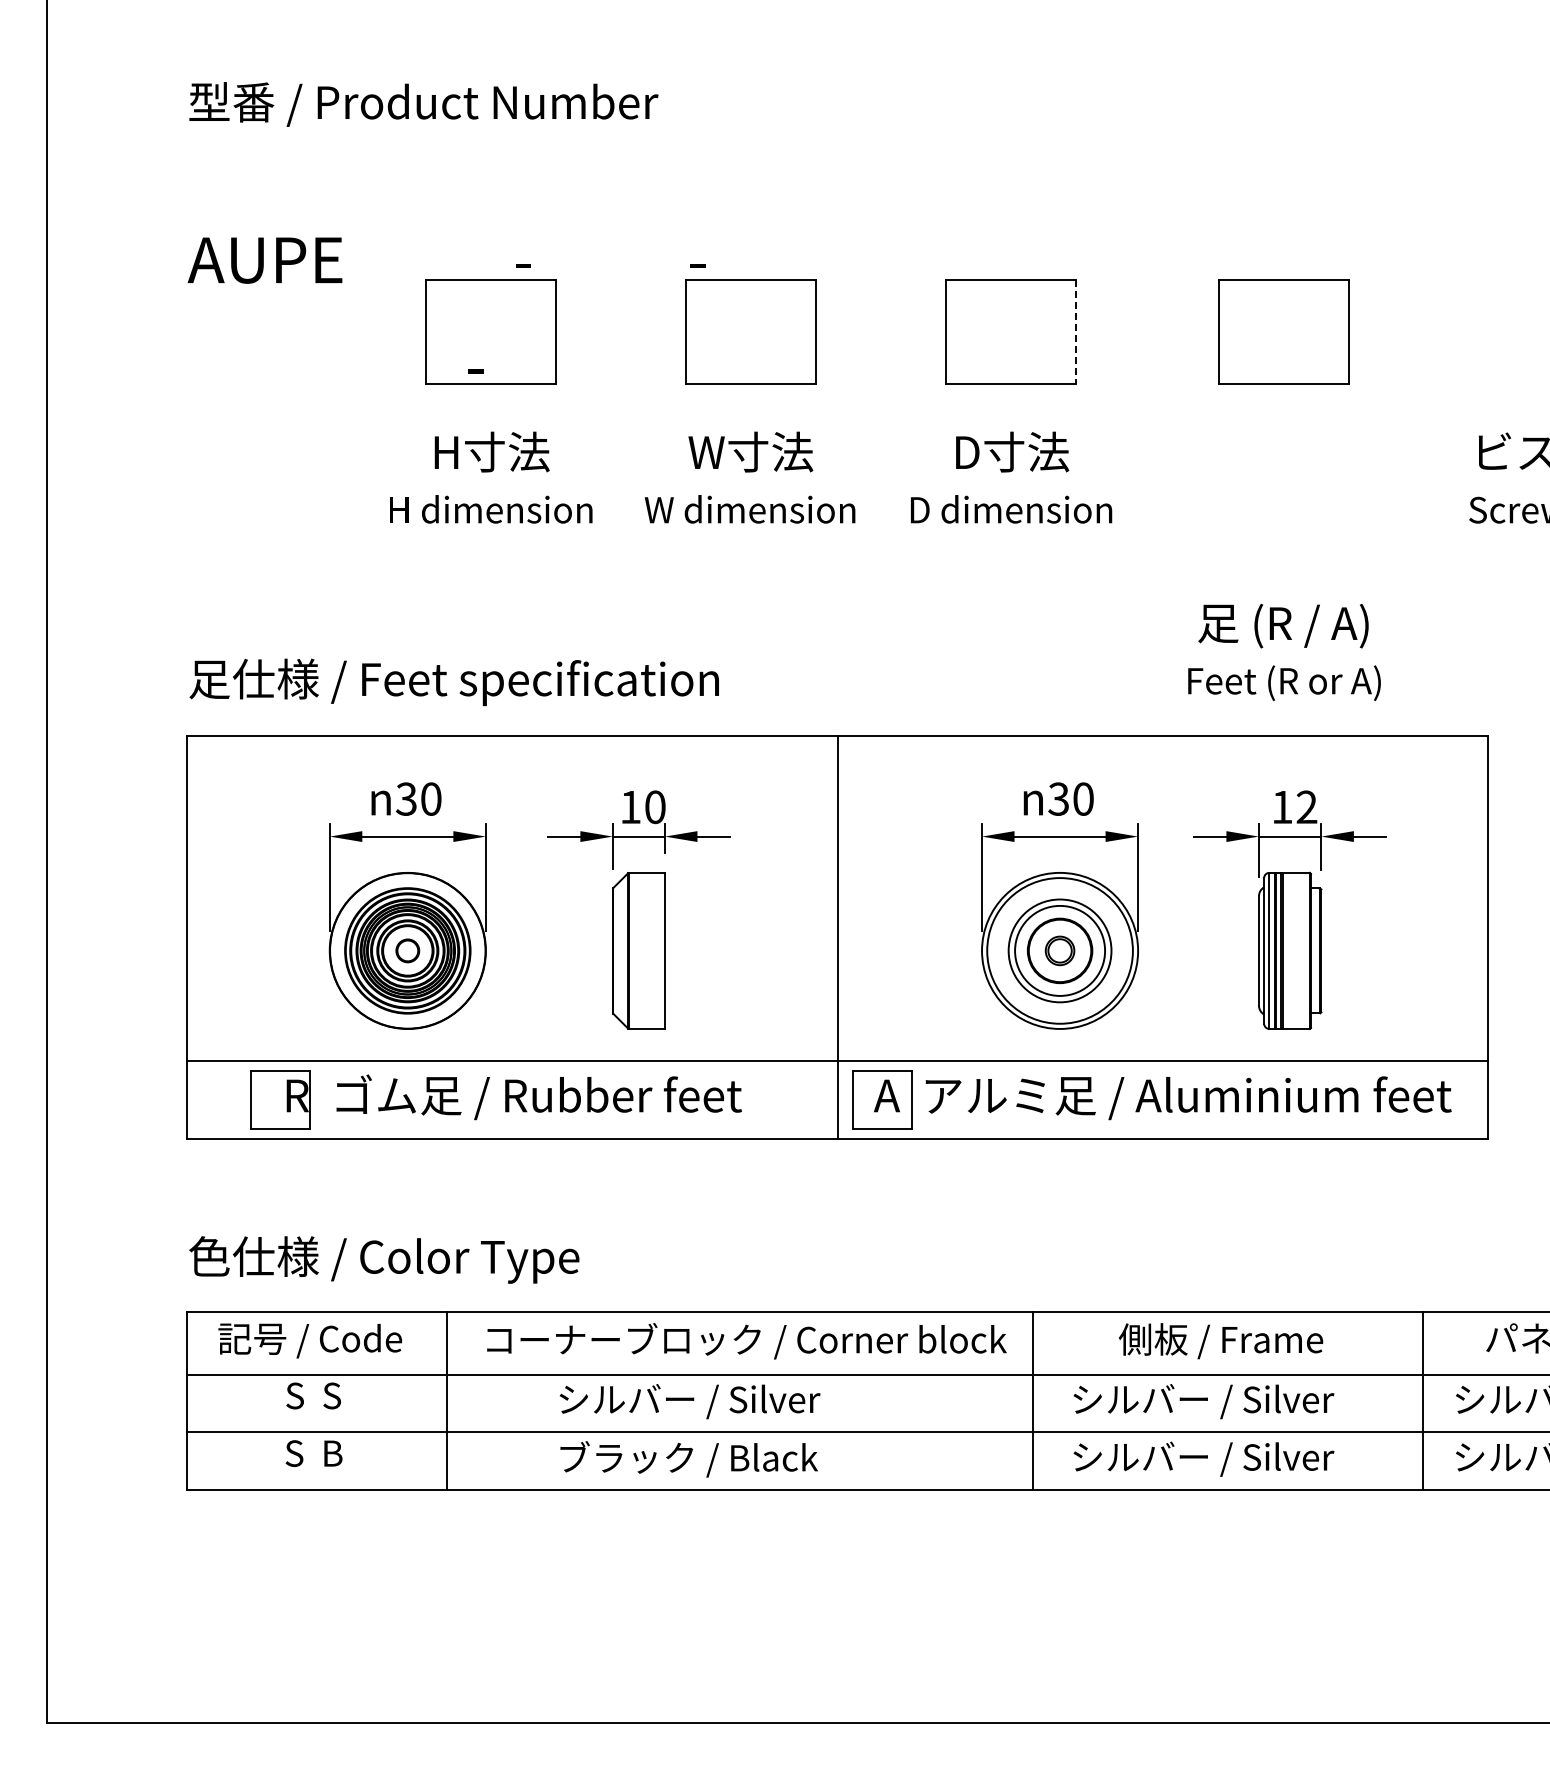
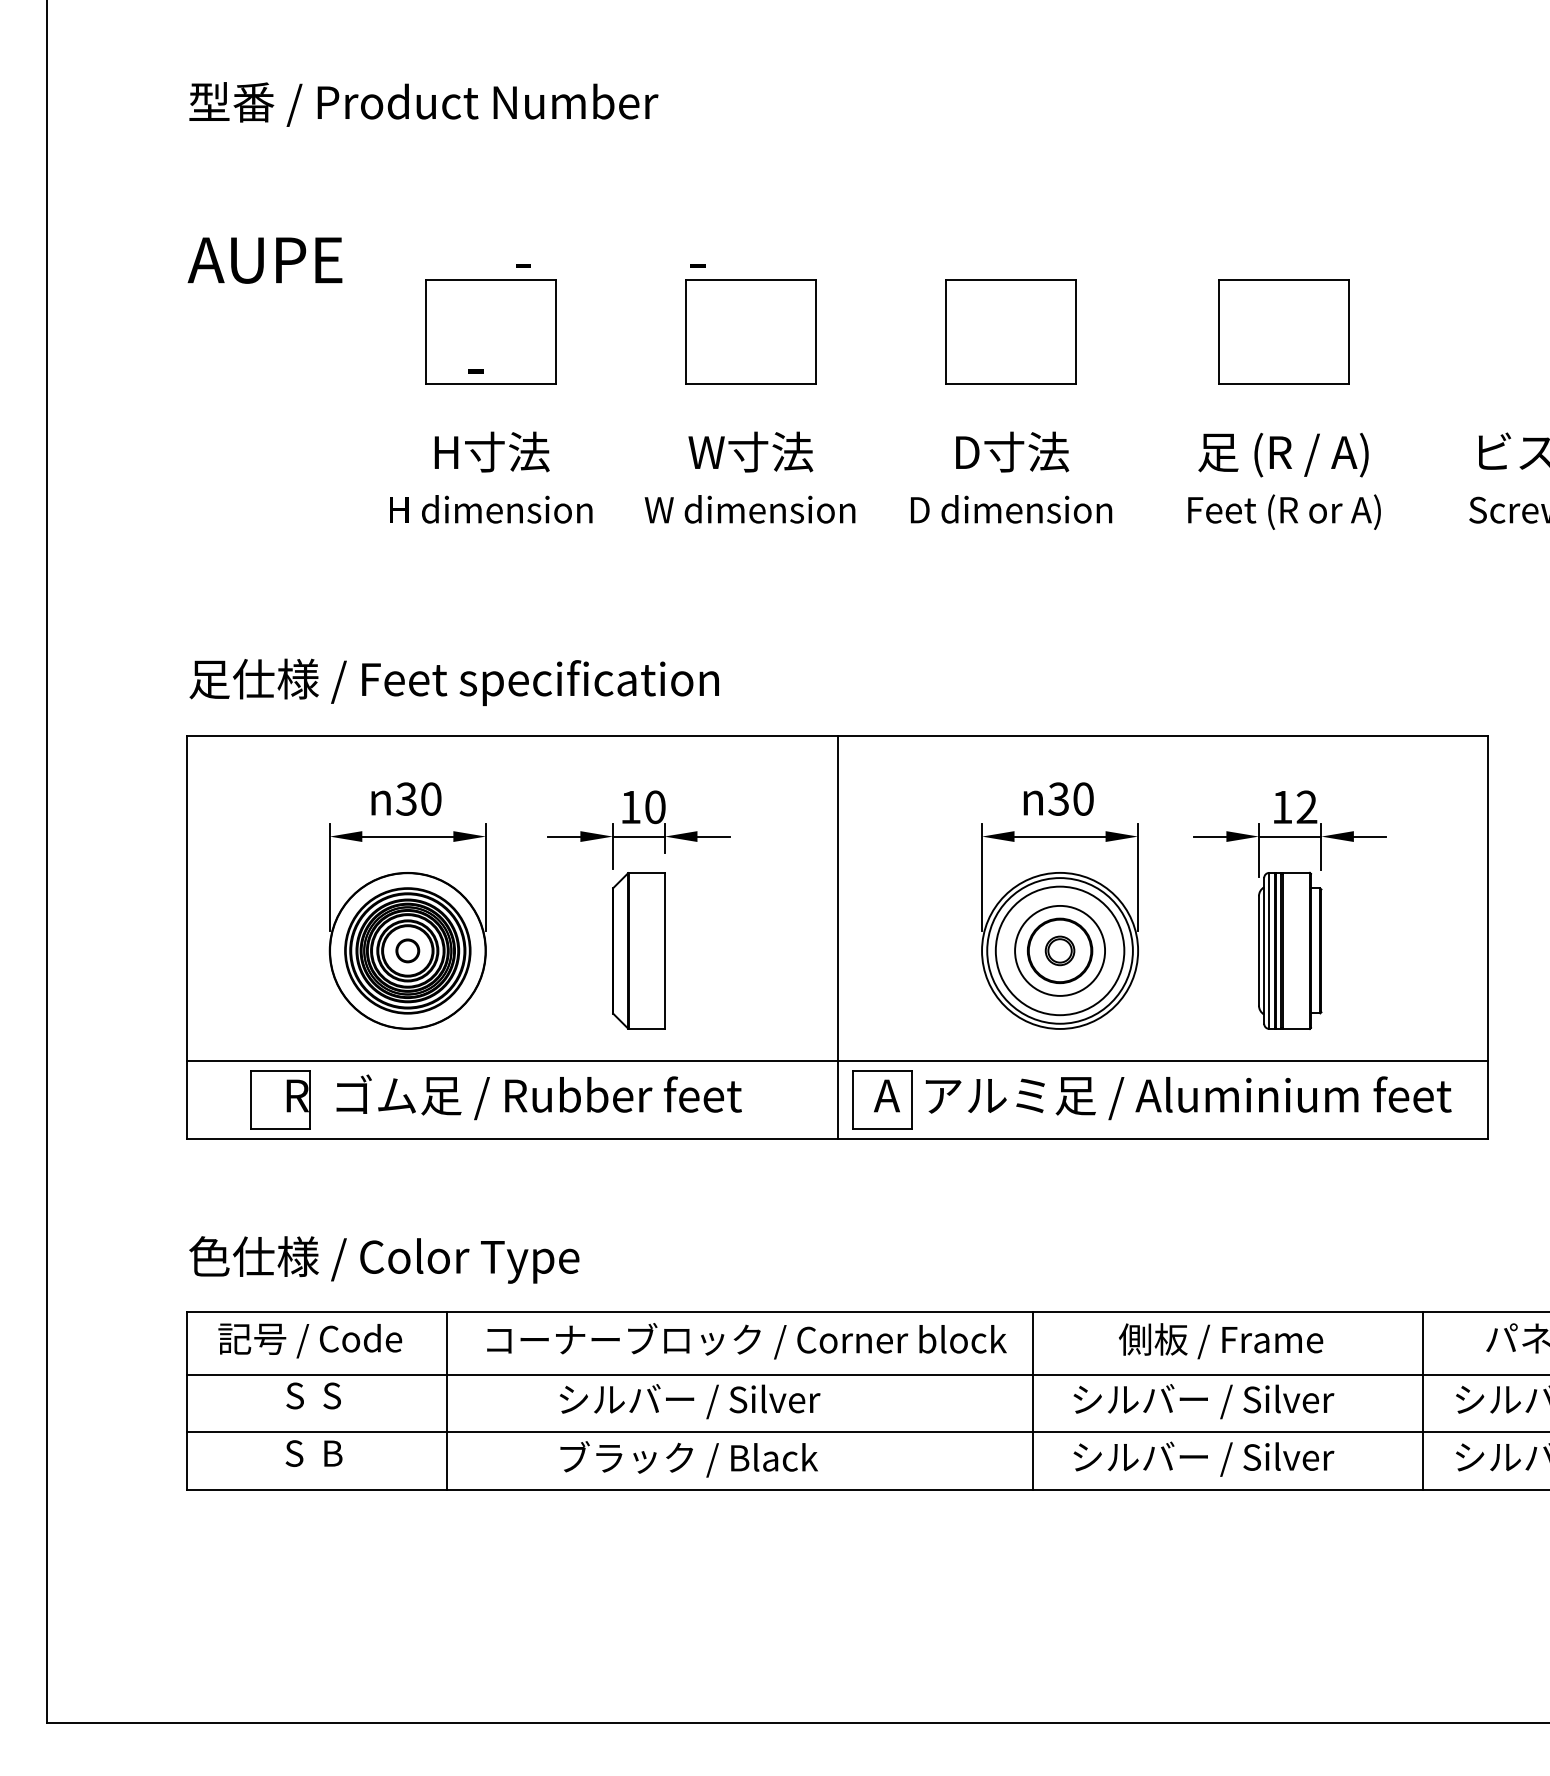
line at (1076, 332): dashed -> solid
text at (1284, 651) position: (1284, 651) -> (1284, 480)
circle at (1059, 950) diameter: 103 px -> 129 px
